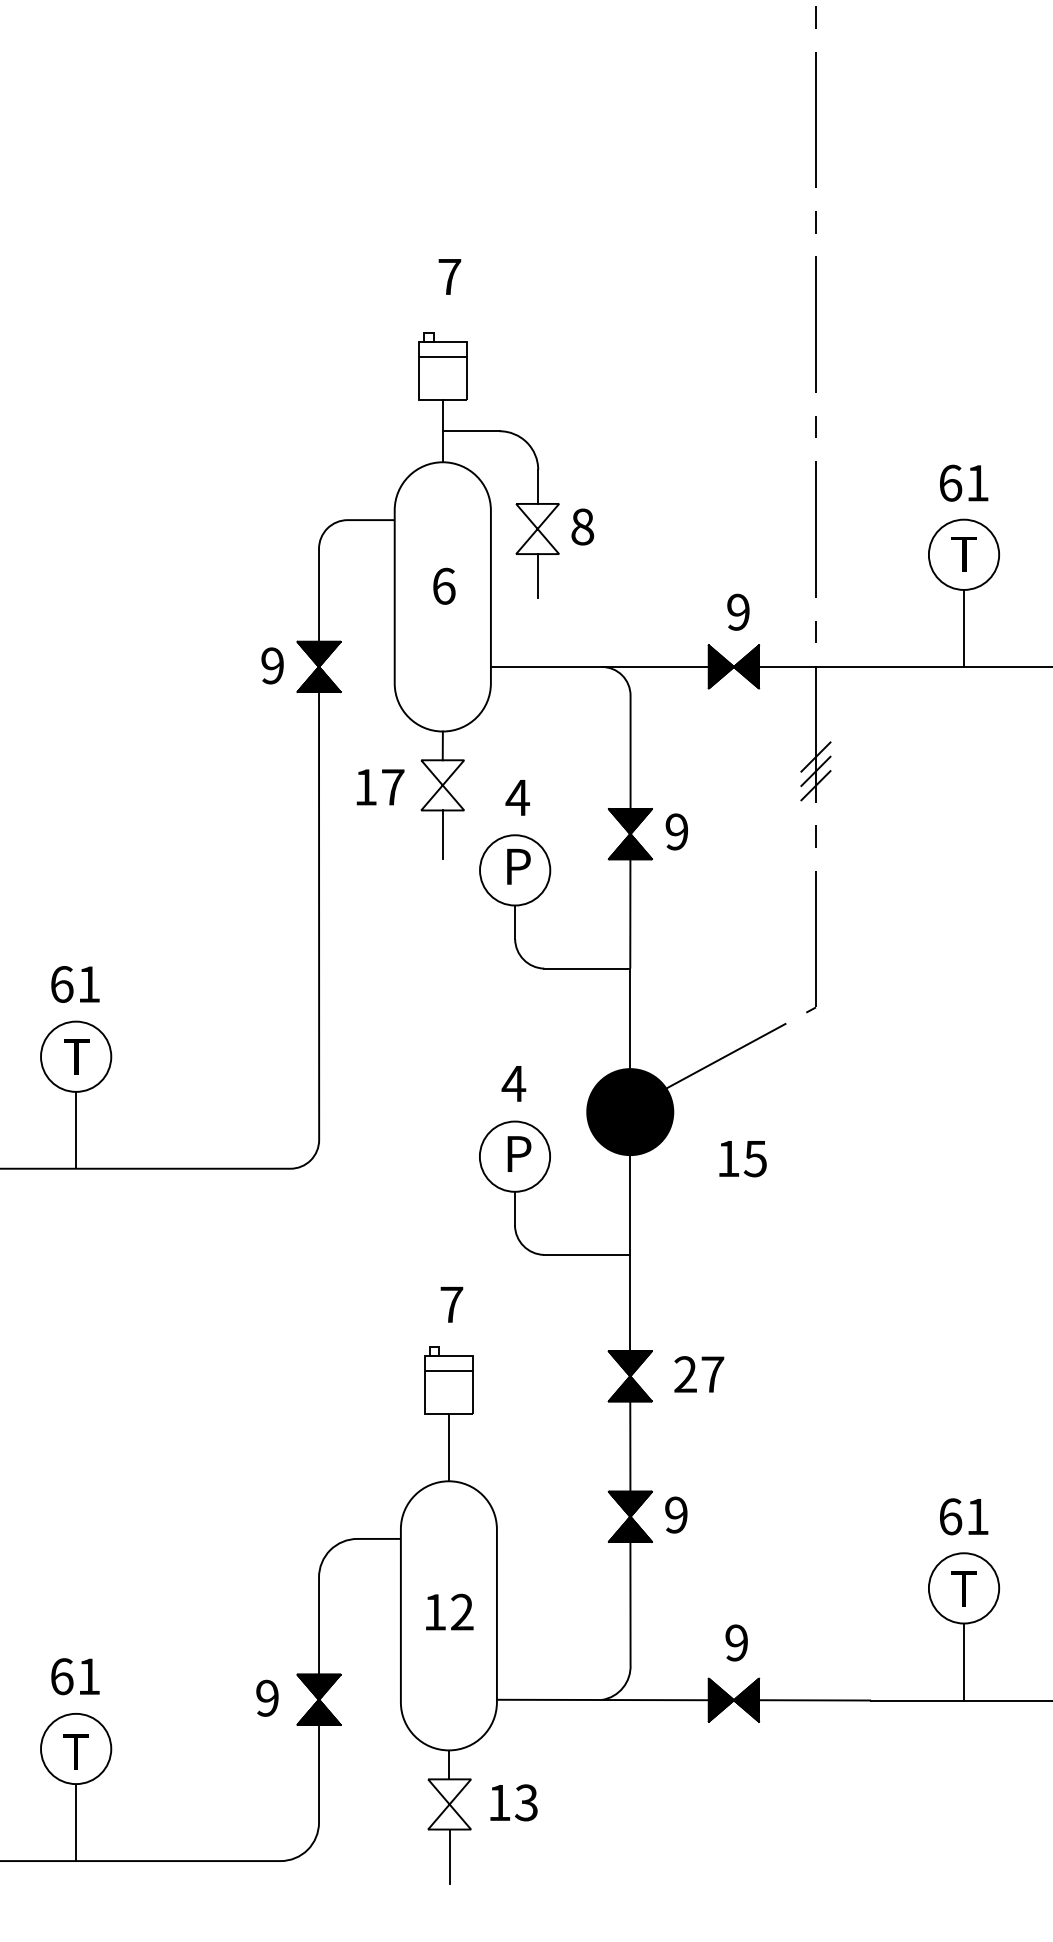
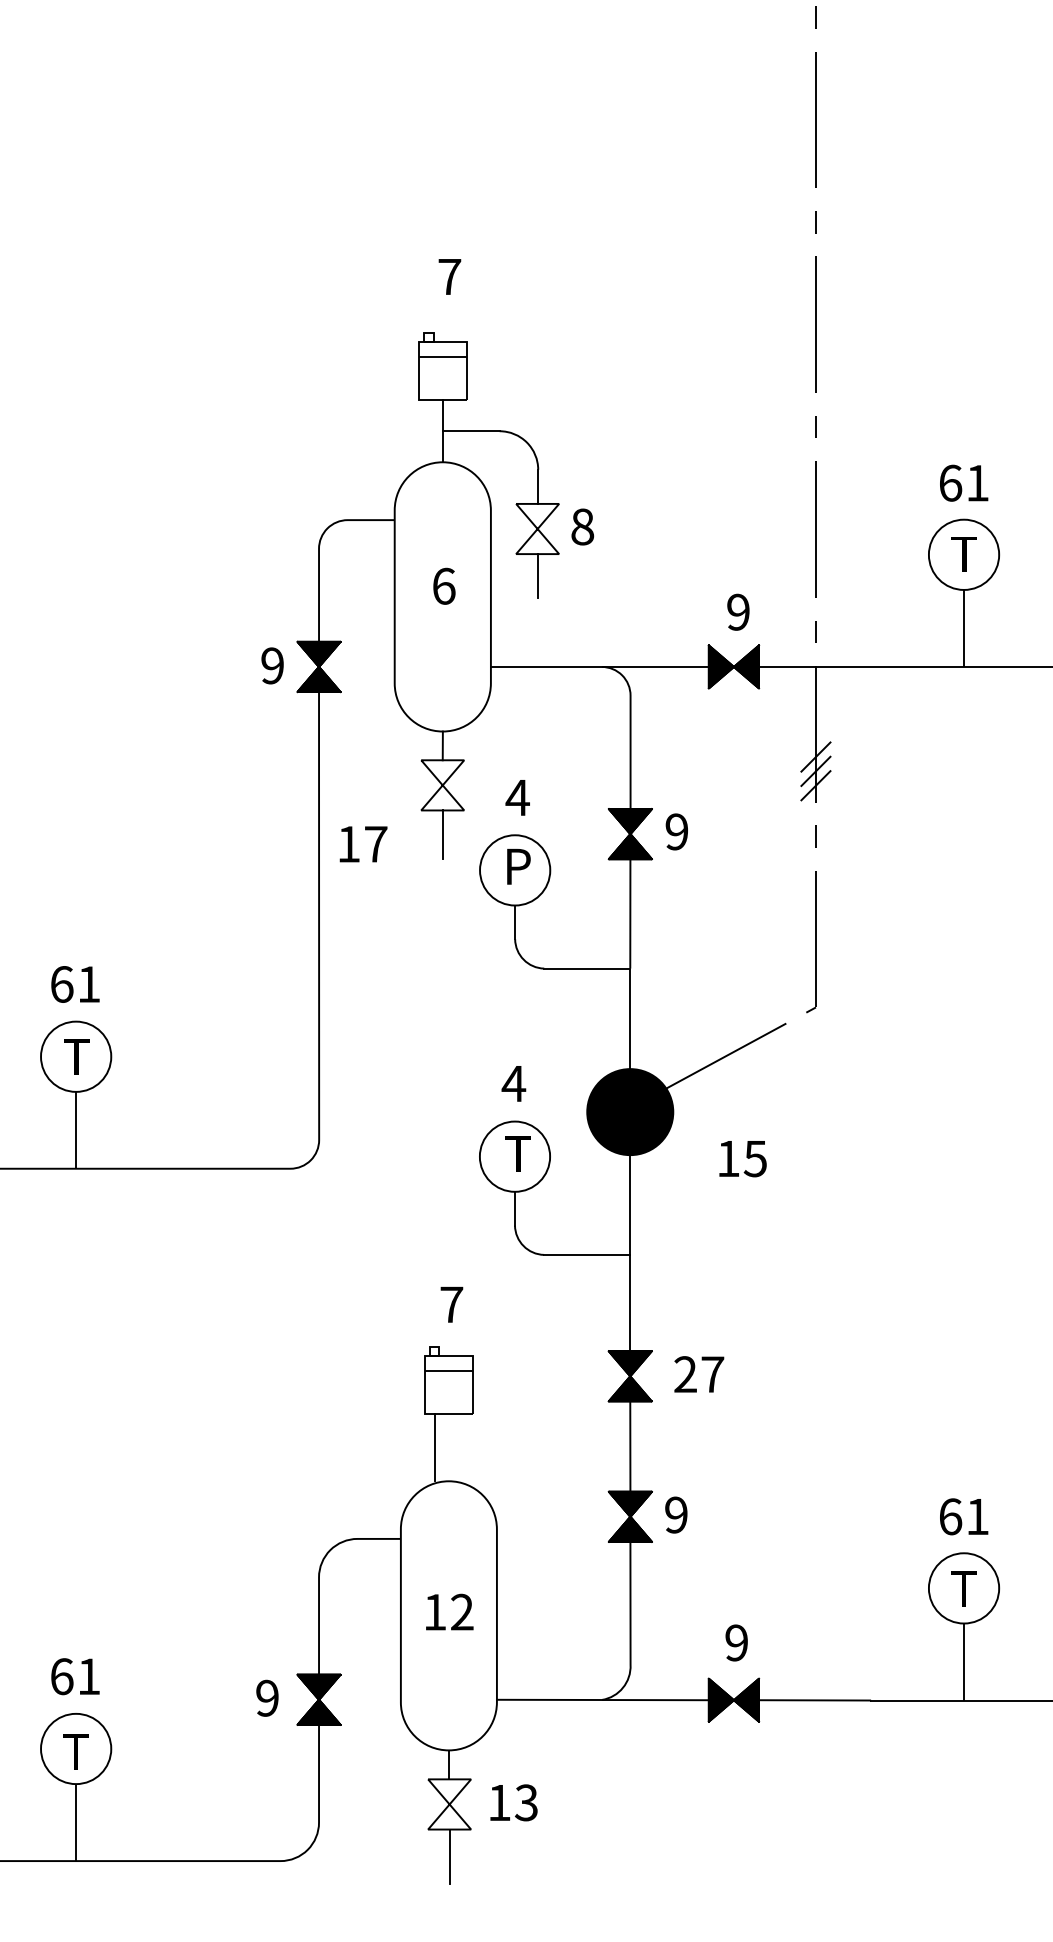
text at (380, 787) position: (380, 787) -> (363, 844)
text at (518, 1153): P -> Т
line at (448, 1447) position: (448, 1447) -> (434, 1447)
